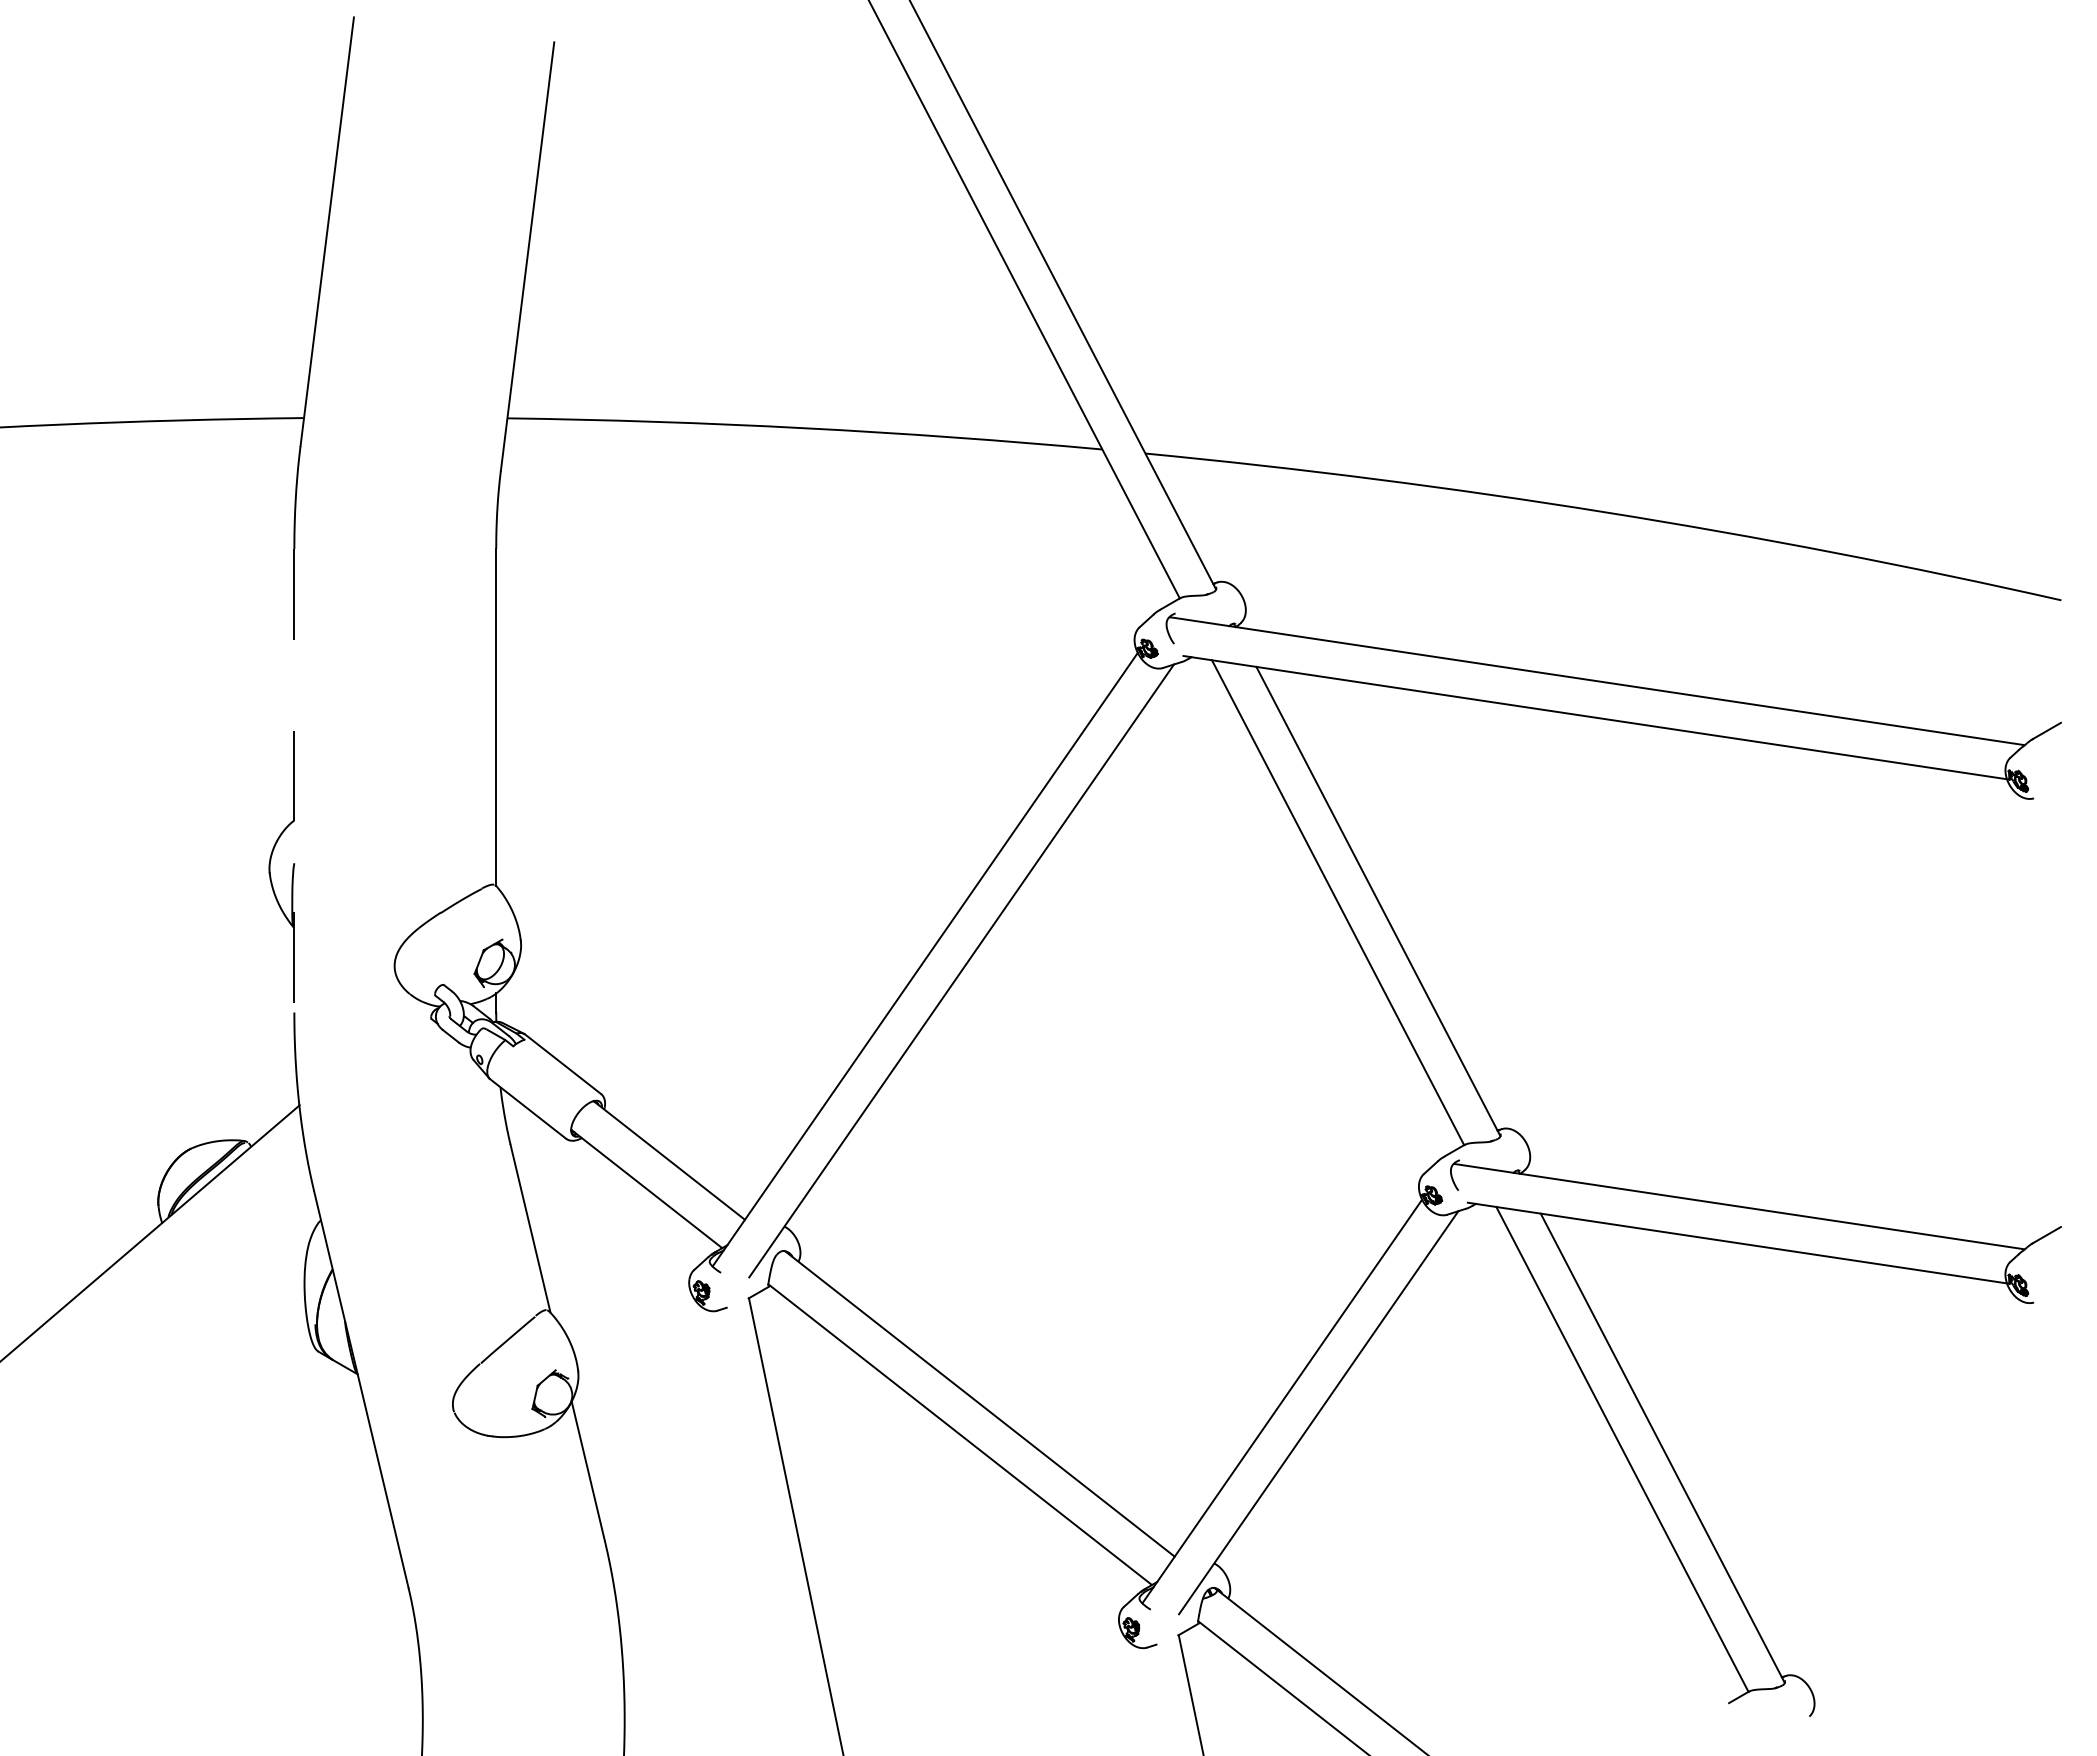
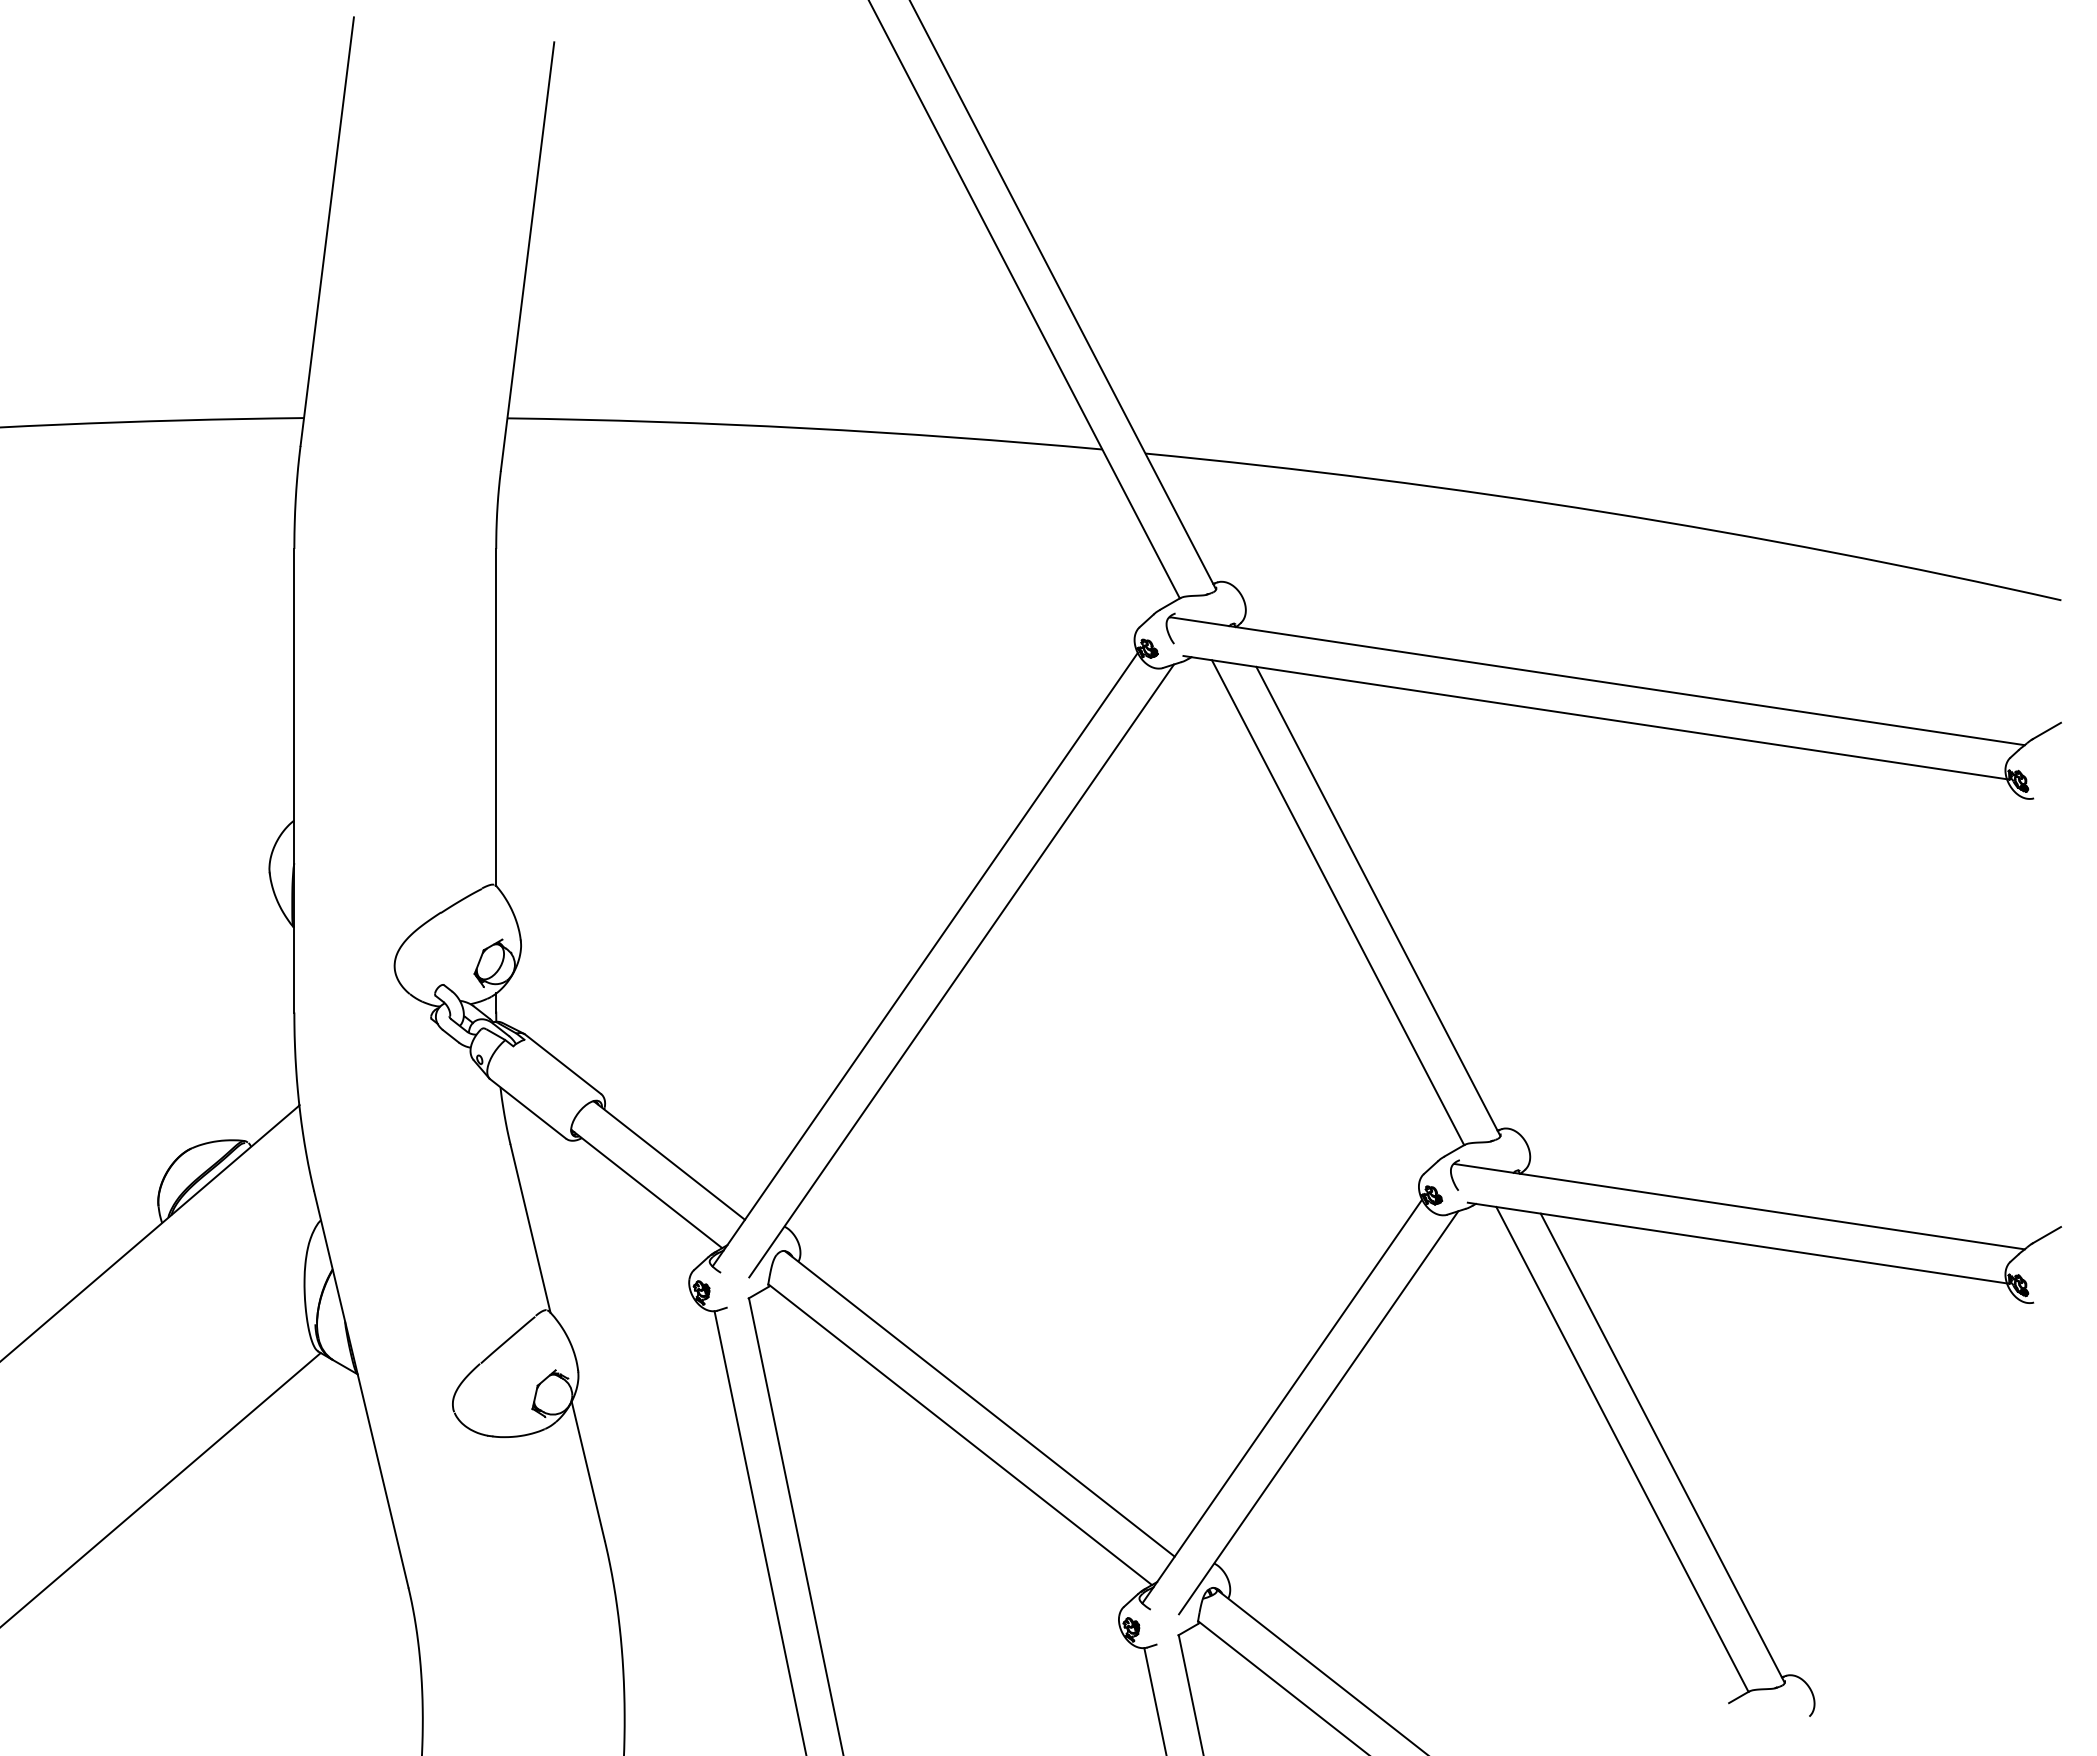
line at (294, 780): dashed -> solid
line at (161, 1489): none -> present
line at (759, 1531): none -> present
line at (1155, 1700): none -> present
